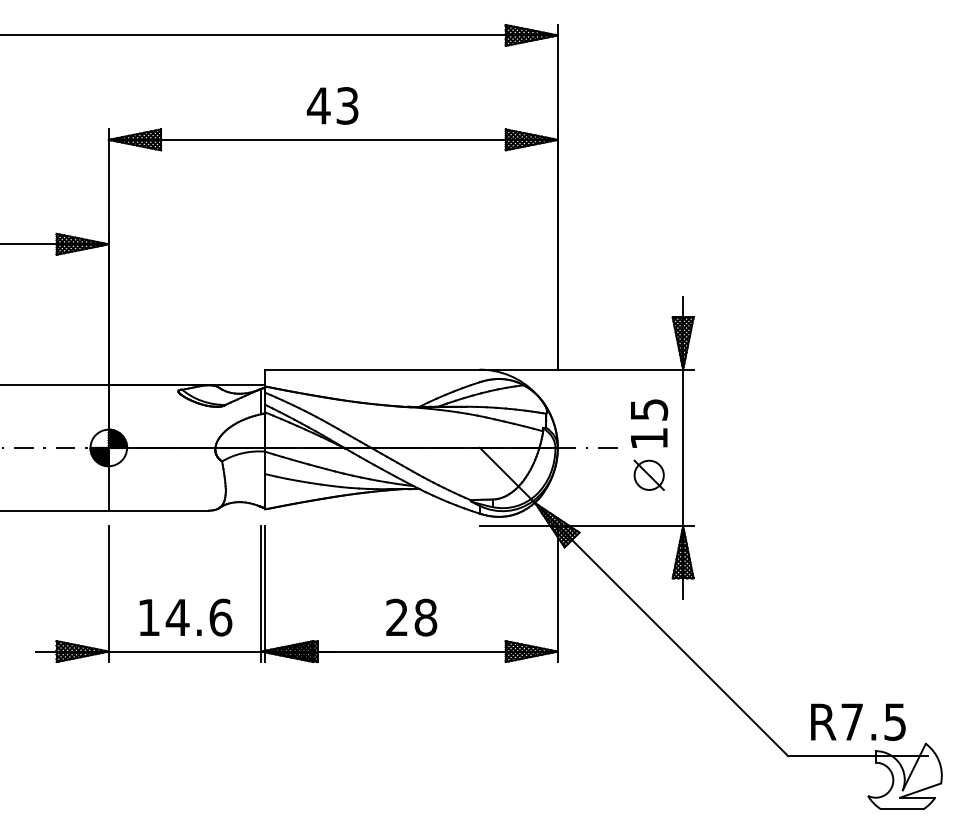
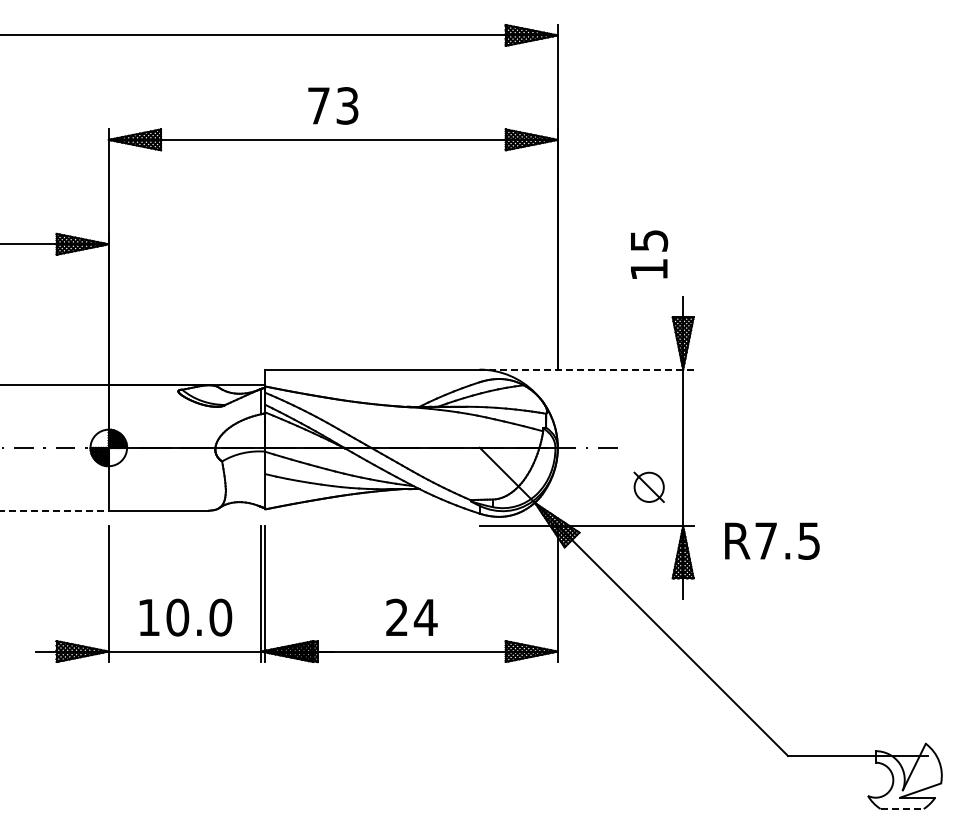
text at (318, 105): 43 -> 73
line at (586, 369): solid -> dashed
text at (649, 423) position: (649, 423) -> (649, 254)
part at (648, 474) position: (648, 474) -> (648, 486)
line at (54, 510): solid -> dashed
text at (198, 617): 14.6 -> 10.0
text at (425, 617): 28 -> 24
text at (858, 721) position: (858, 721) -> (772, 540)
line at (902, 808): solid -> dashed
